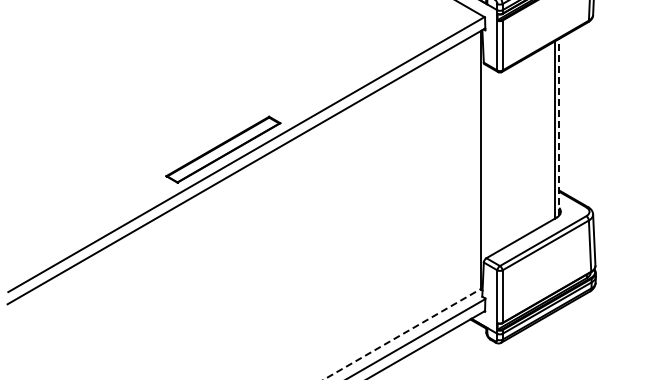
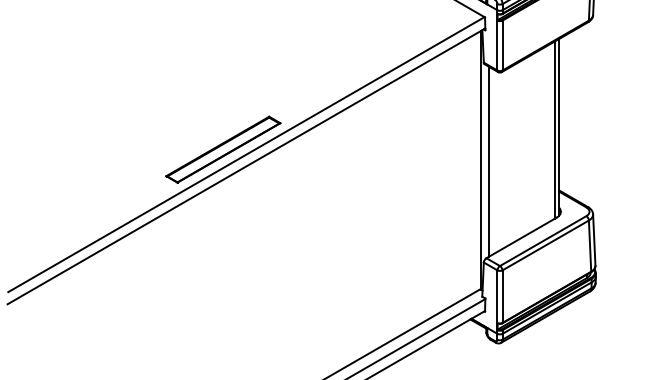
line at (559, 126): dashed -> solid
line at (488, 161): none -> present
line at (402, 334): dashed -> solid
